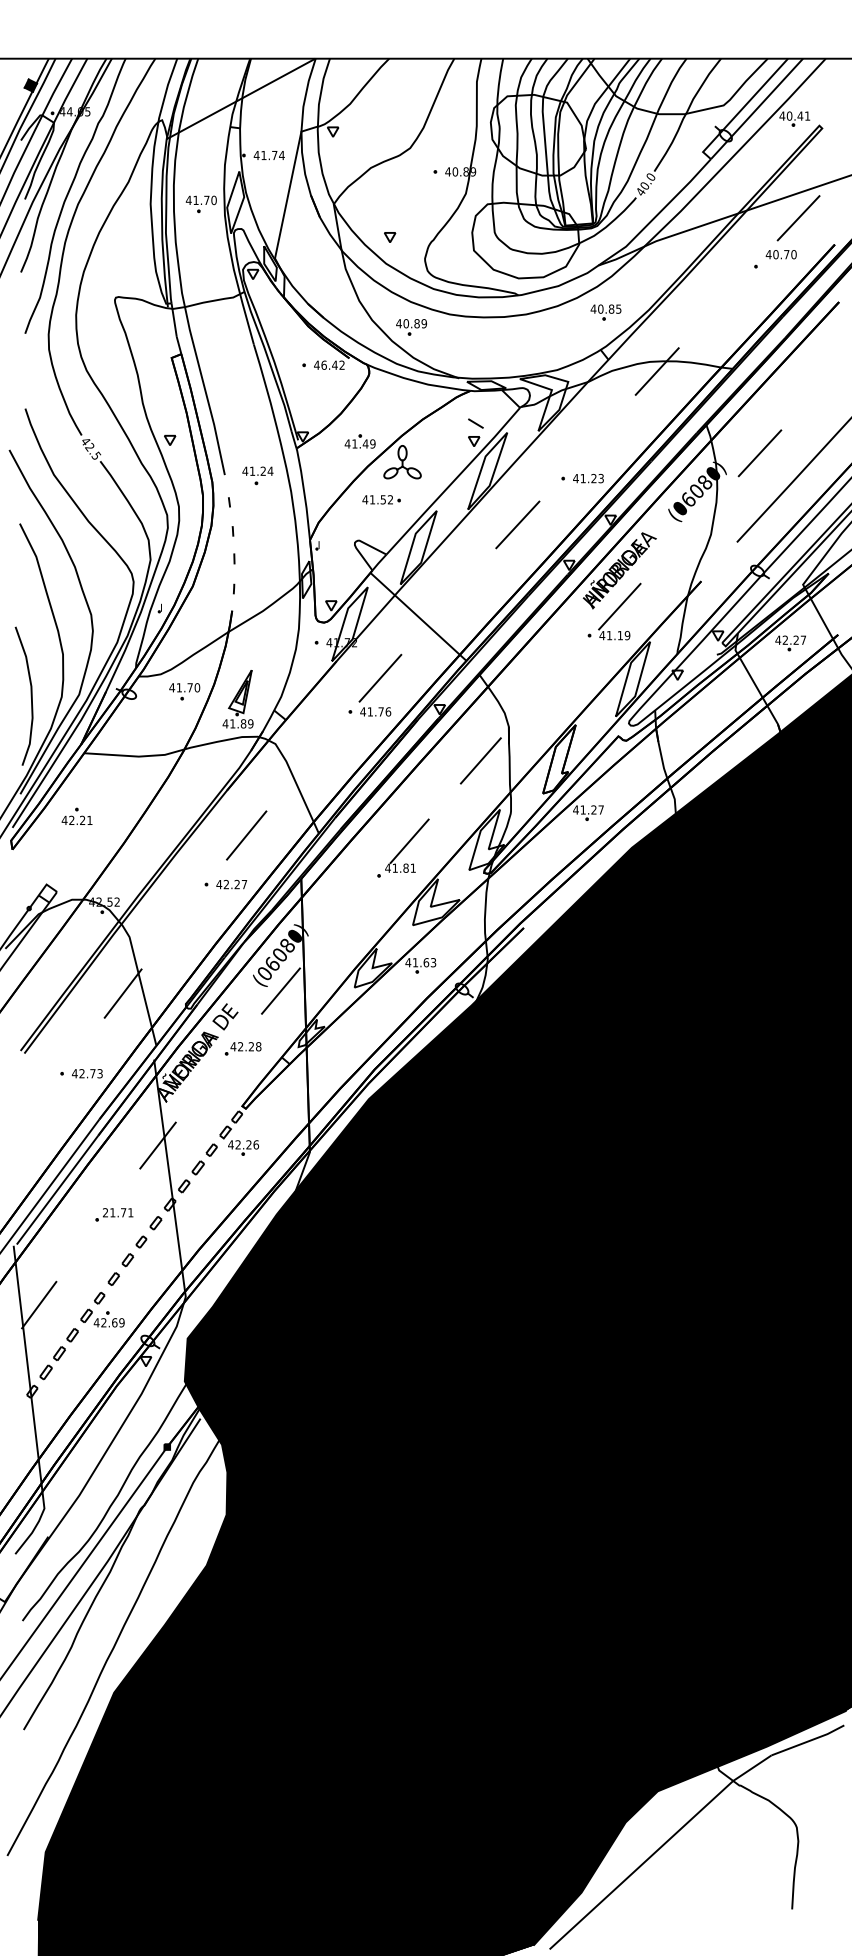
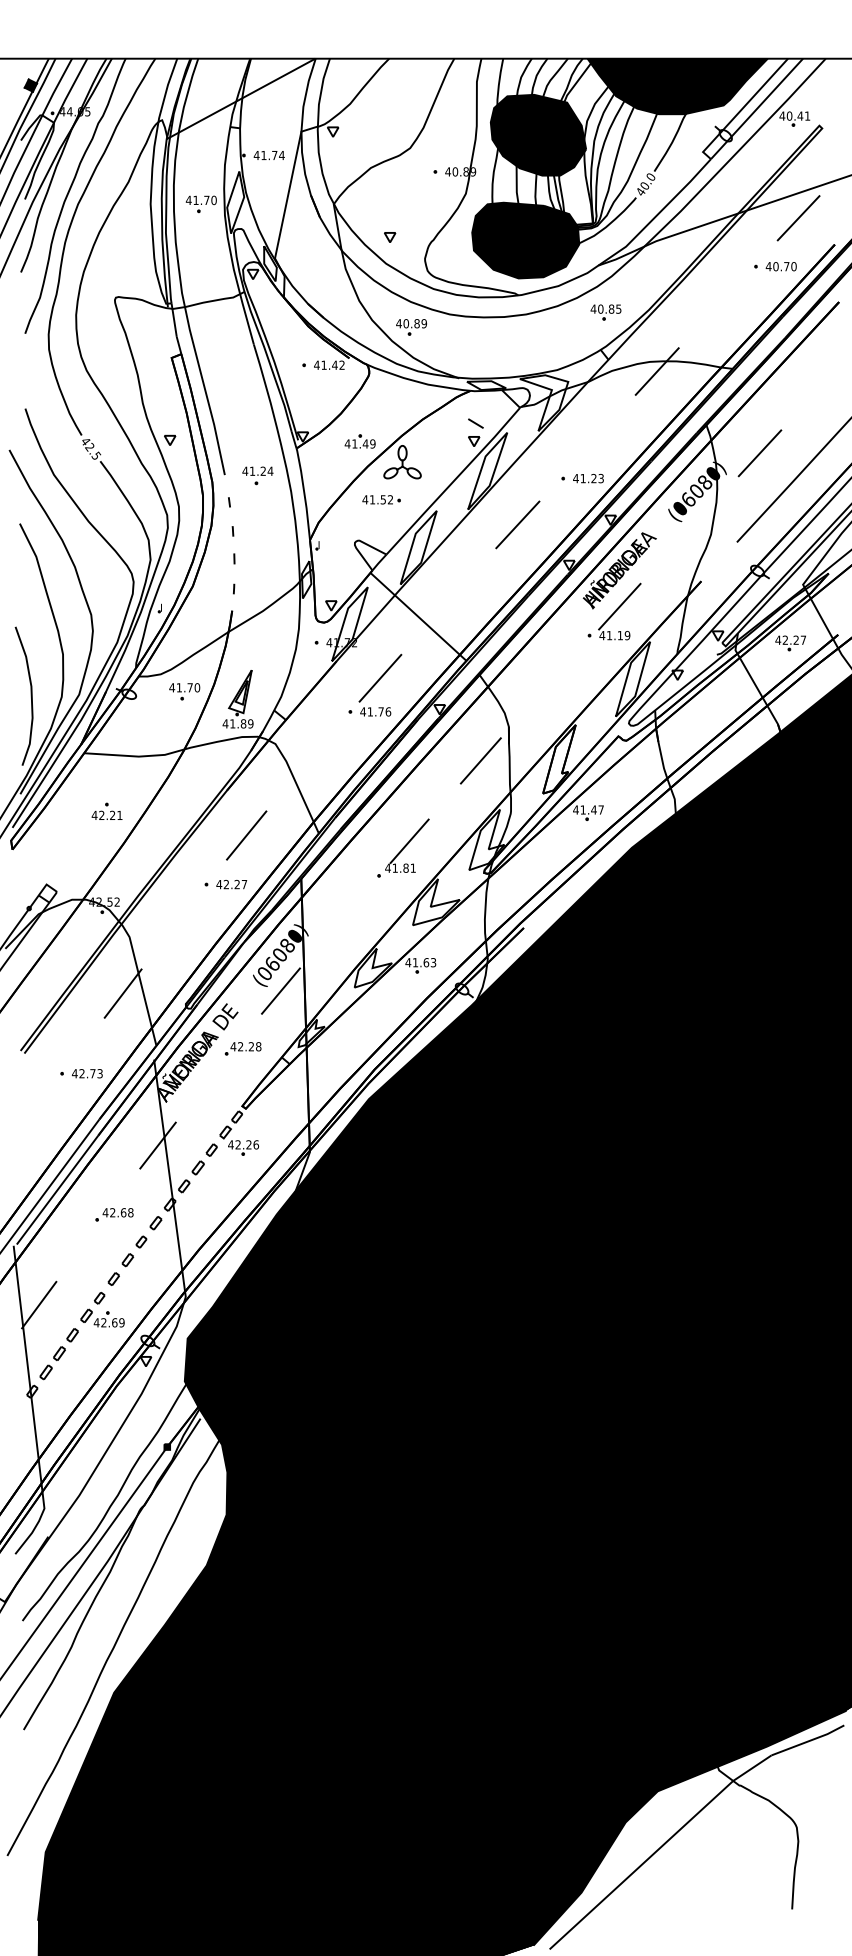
fill at (677, 86): none -> present
fill at (538, 134): none -> present
fill at (525, 240): none -> present
text at (780, 254) position: (780, 254) -> (780, 266)
text at (323, 364): 46.42 -> 41.42
text at (593, 809): 41.27 -> 41.47
part at (76, 815) position: (76, 815) -> (106, 810)
text at (117, 1212): 21.71 -> 42.68
